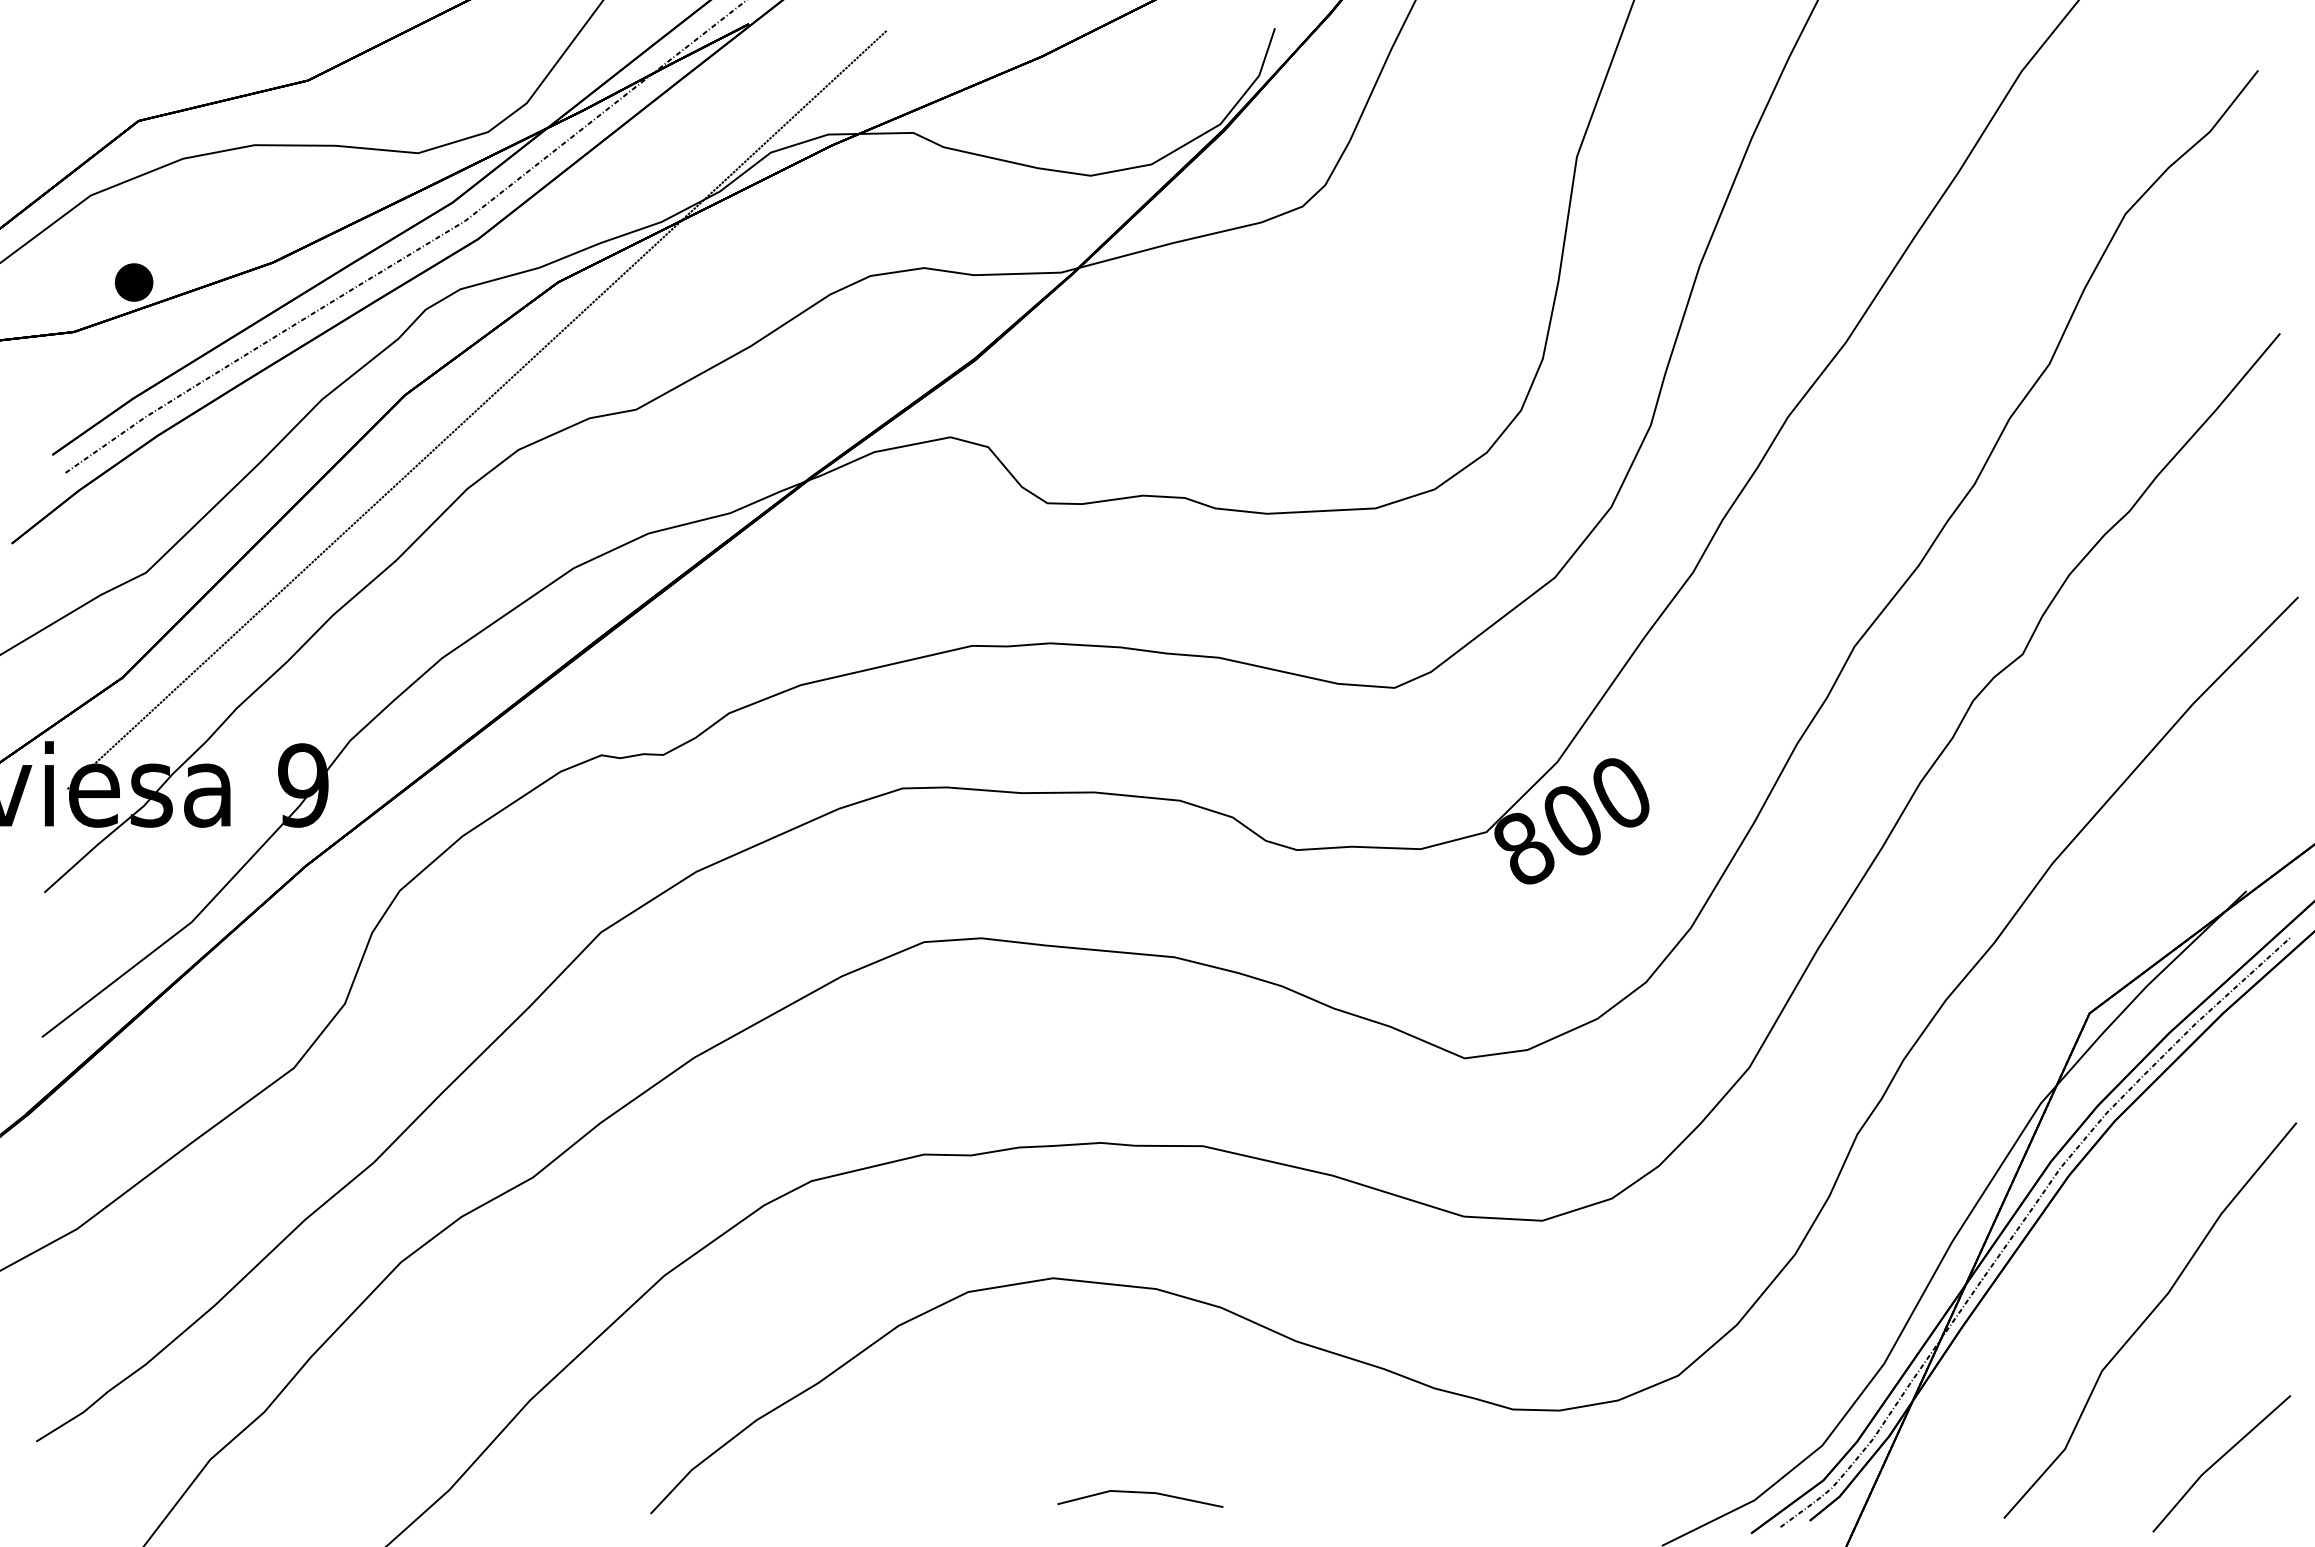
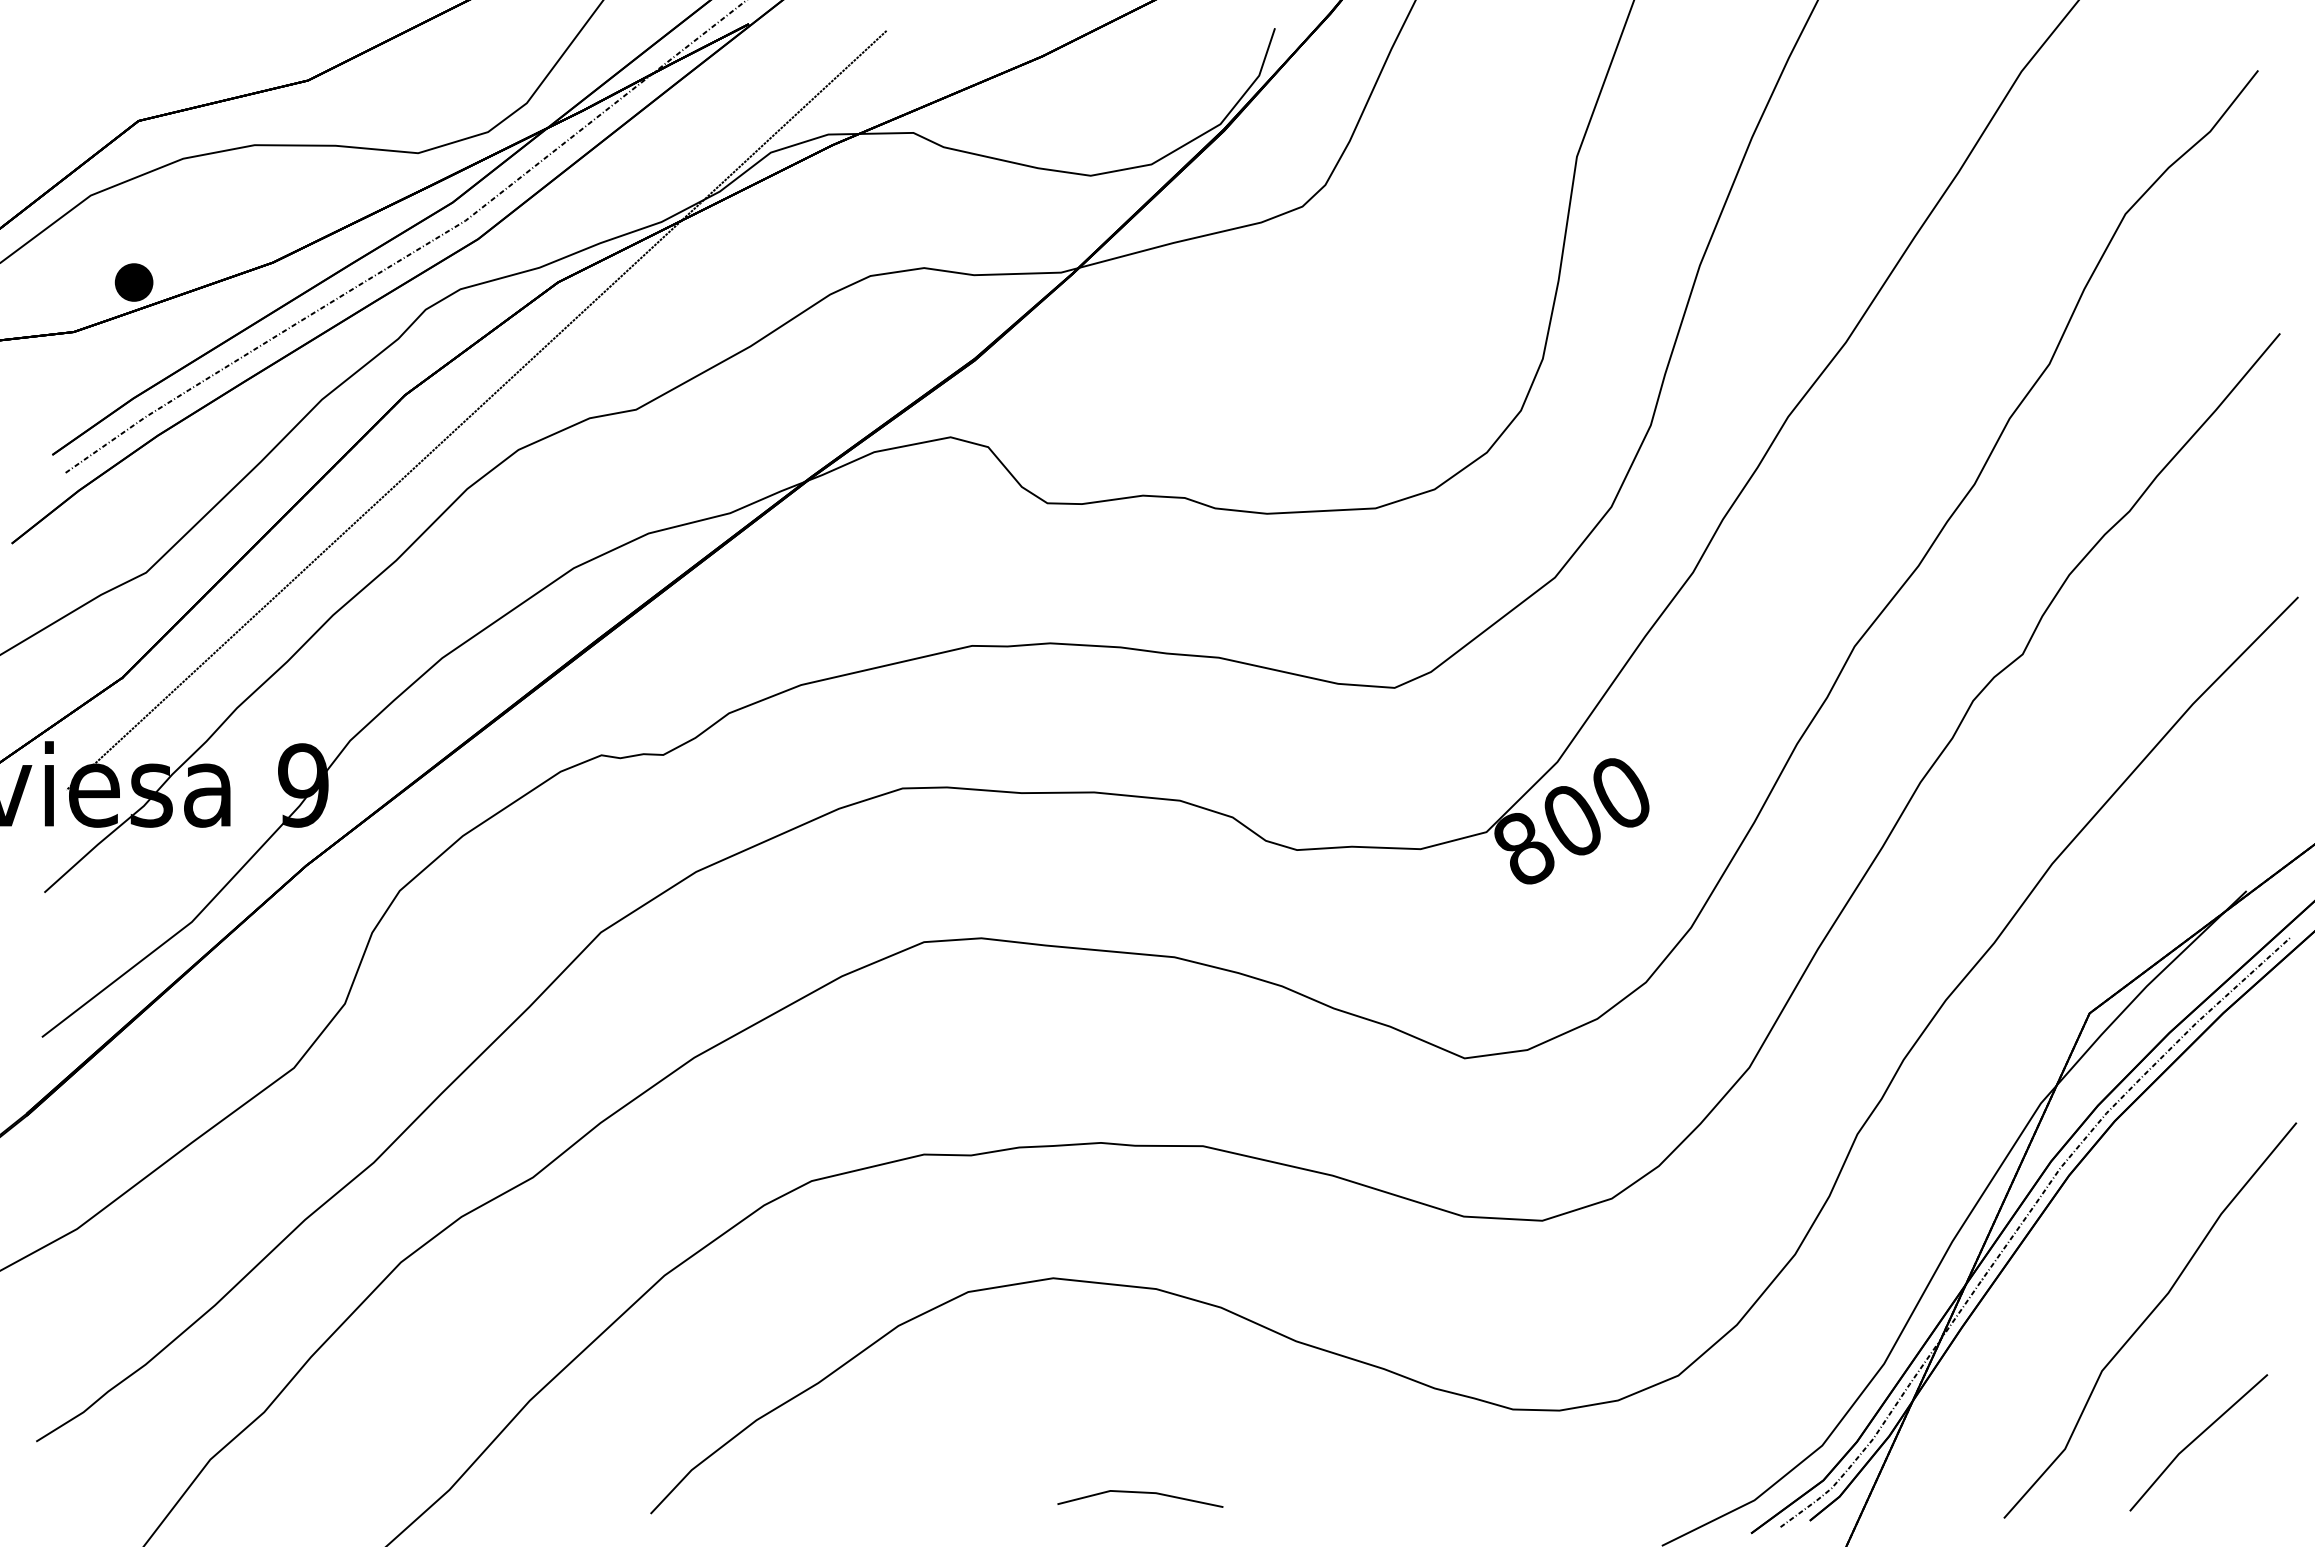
part at (2221, 1463) position: (2221, 1463) -> (2198, 1442)
